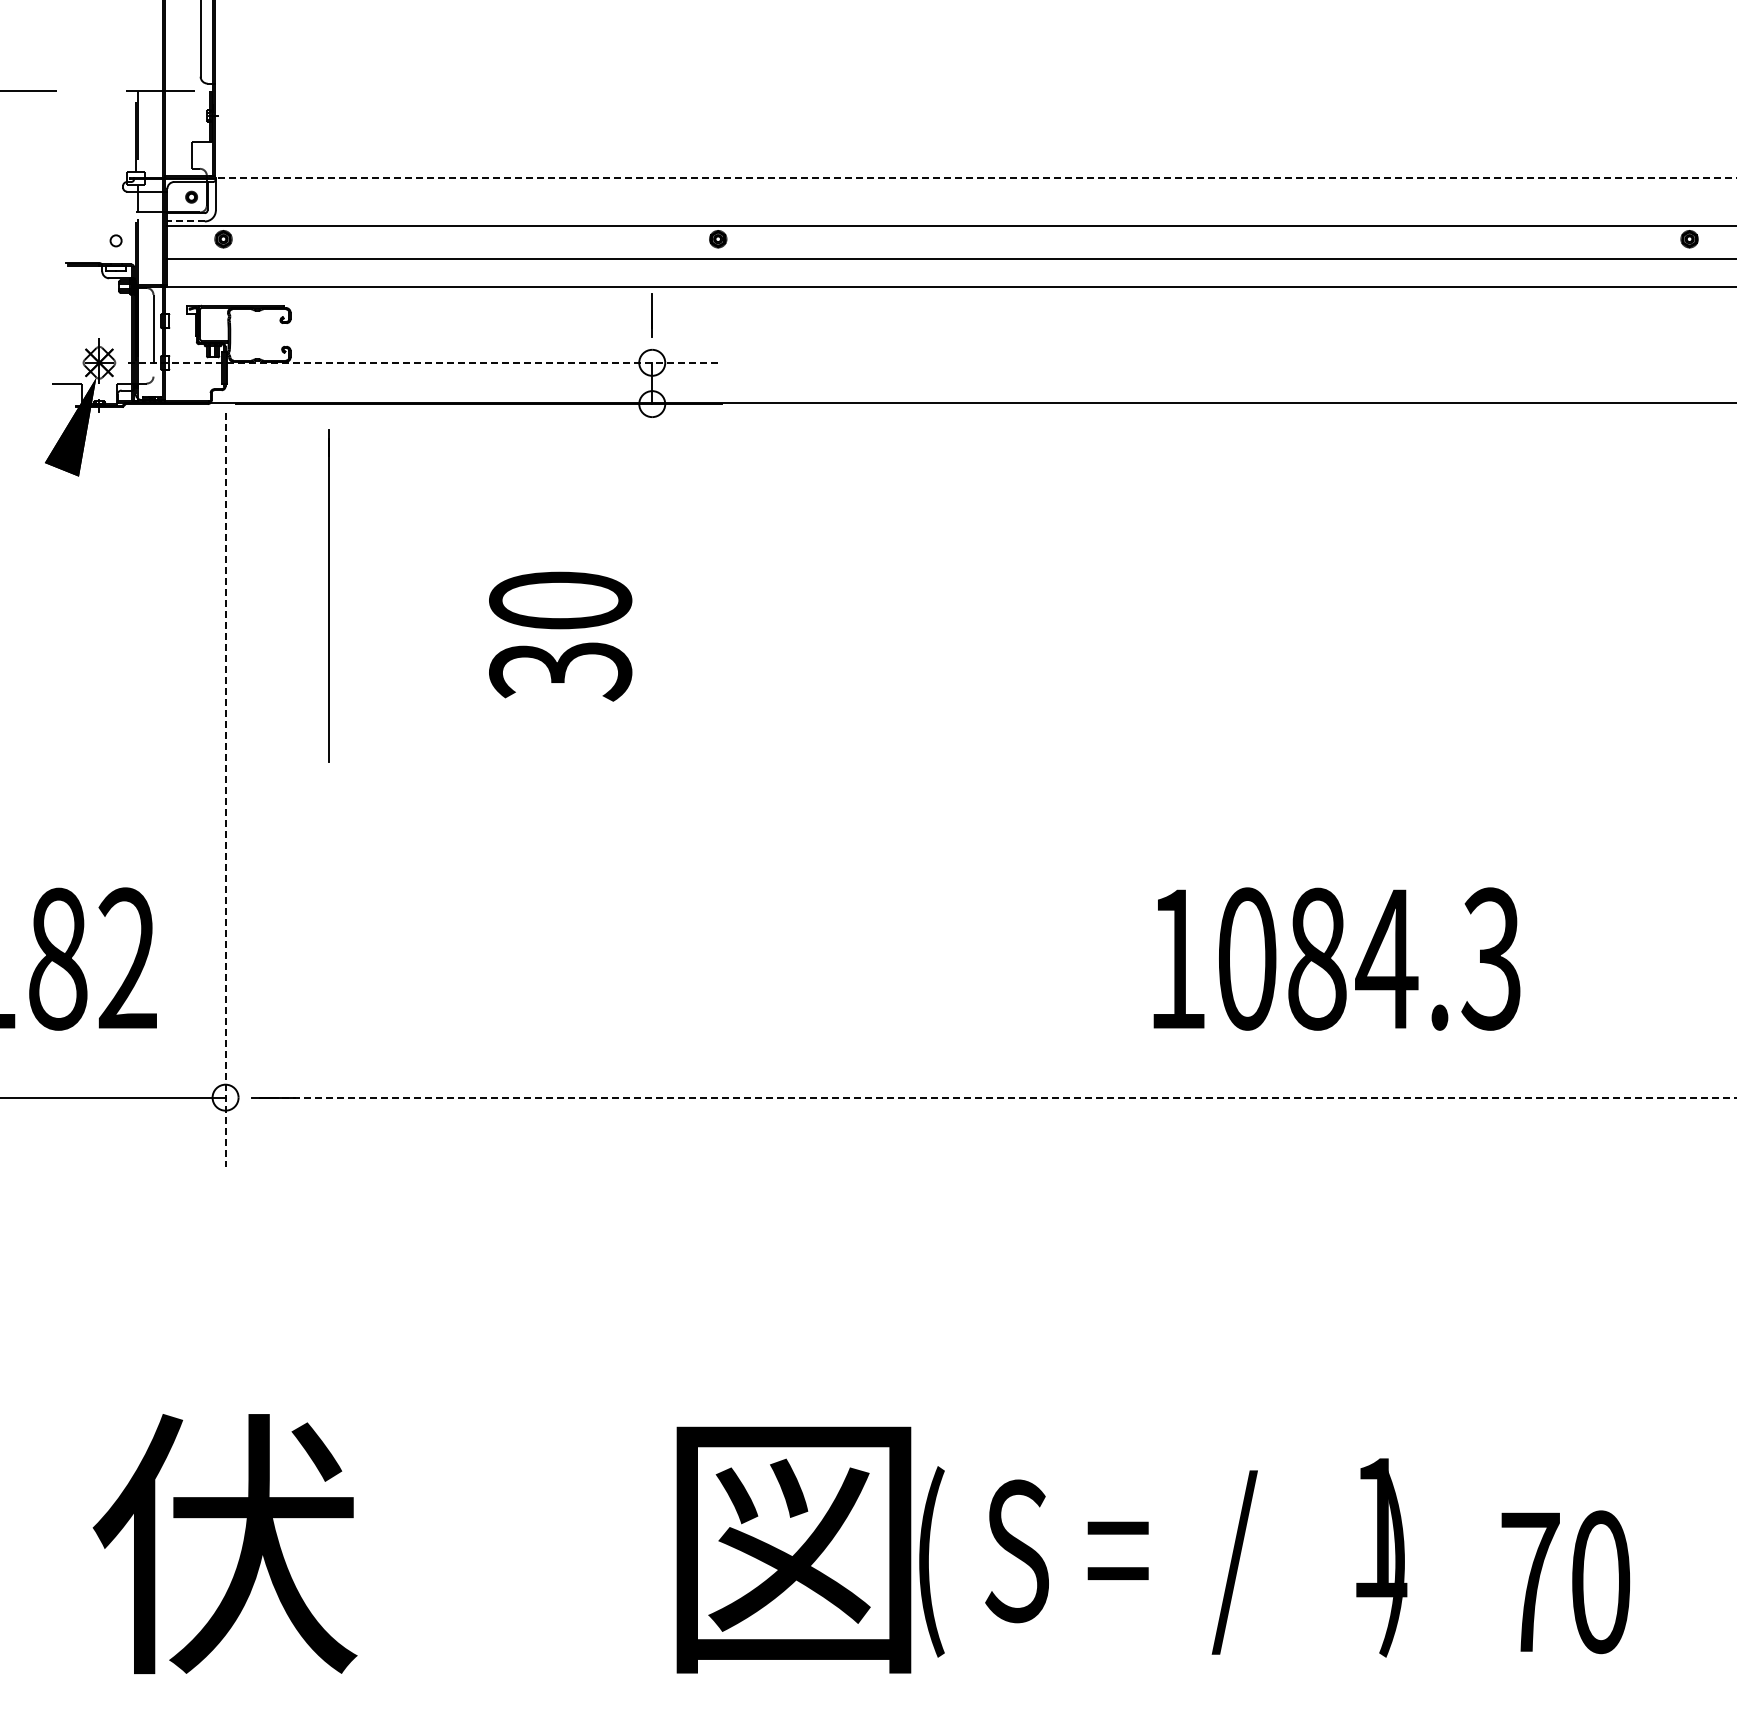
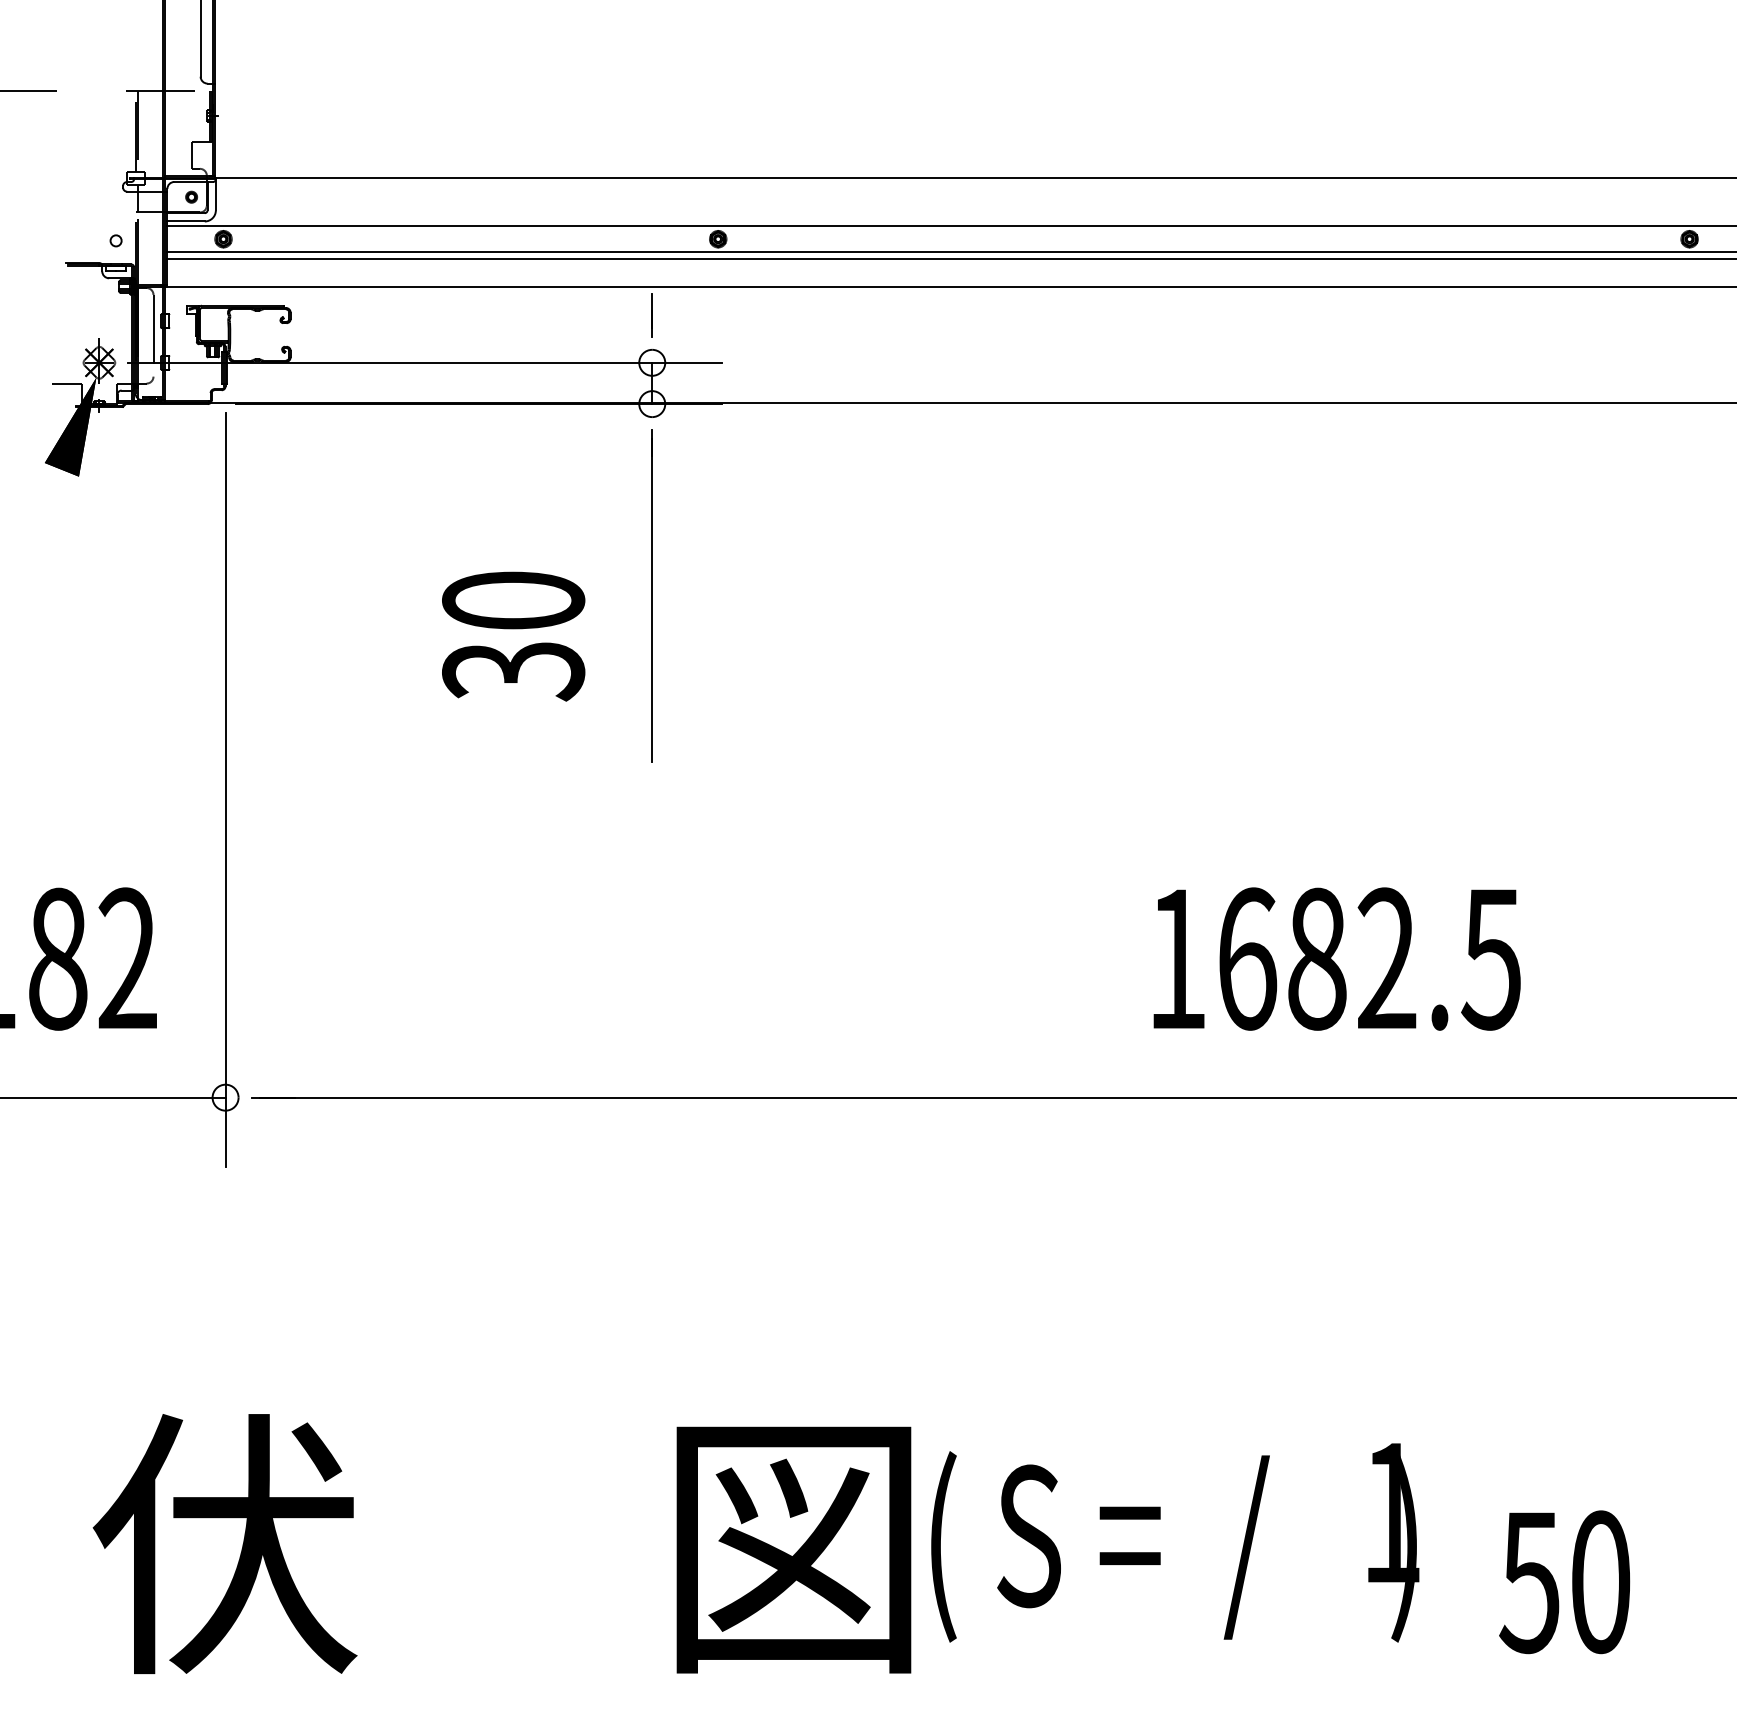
line at (975, 177): dashed -> solid
line at (186, 221): dashed -> solid
line at (950, 251): none -> present
line at (424, 362): dashed -> solid
line at (328, 595) position: (328, 595) -> (651, 595)
text at (560, 636) position: (560, 636) -> (513, 636)
line at (225, 790): dashed -> solid
text at (1369, 958): 1084.3 -> 1682.5
line at (998, 1097): dashed -> solid
text at (1163, 1557) position: (1163, 1557) -> (1175, 1542)
text at (1529, 1583): 70 -> 50
